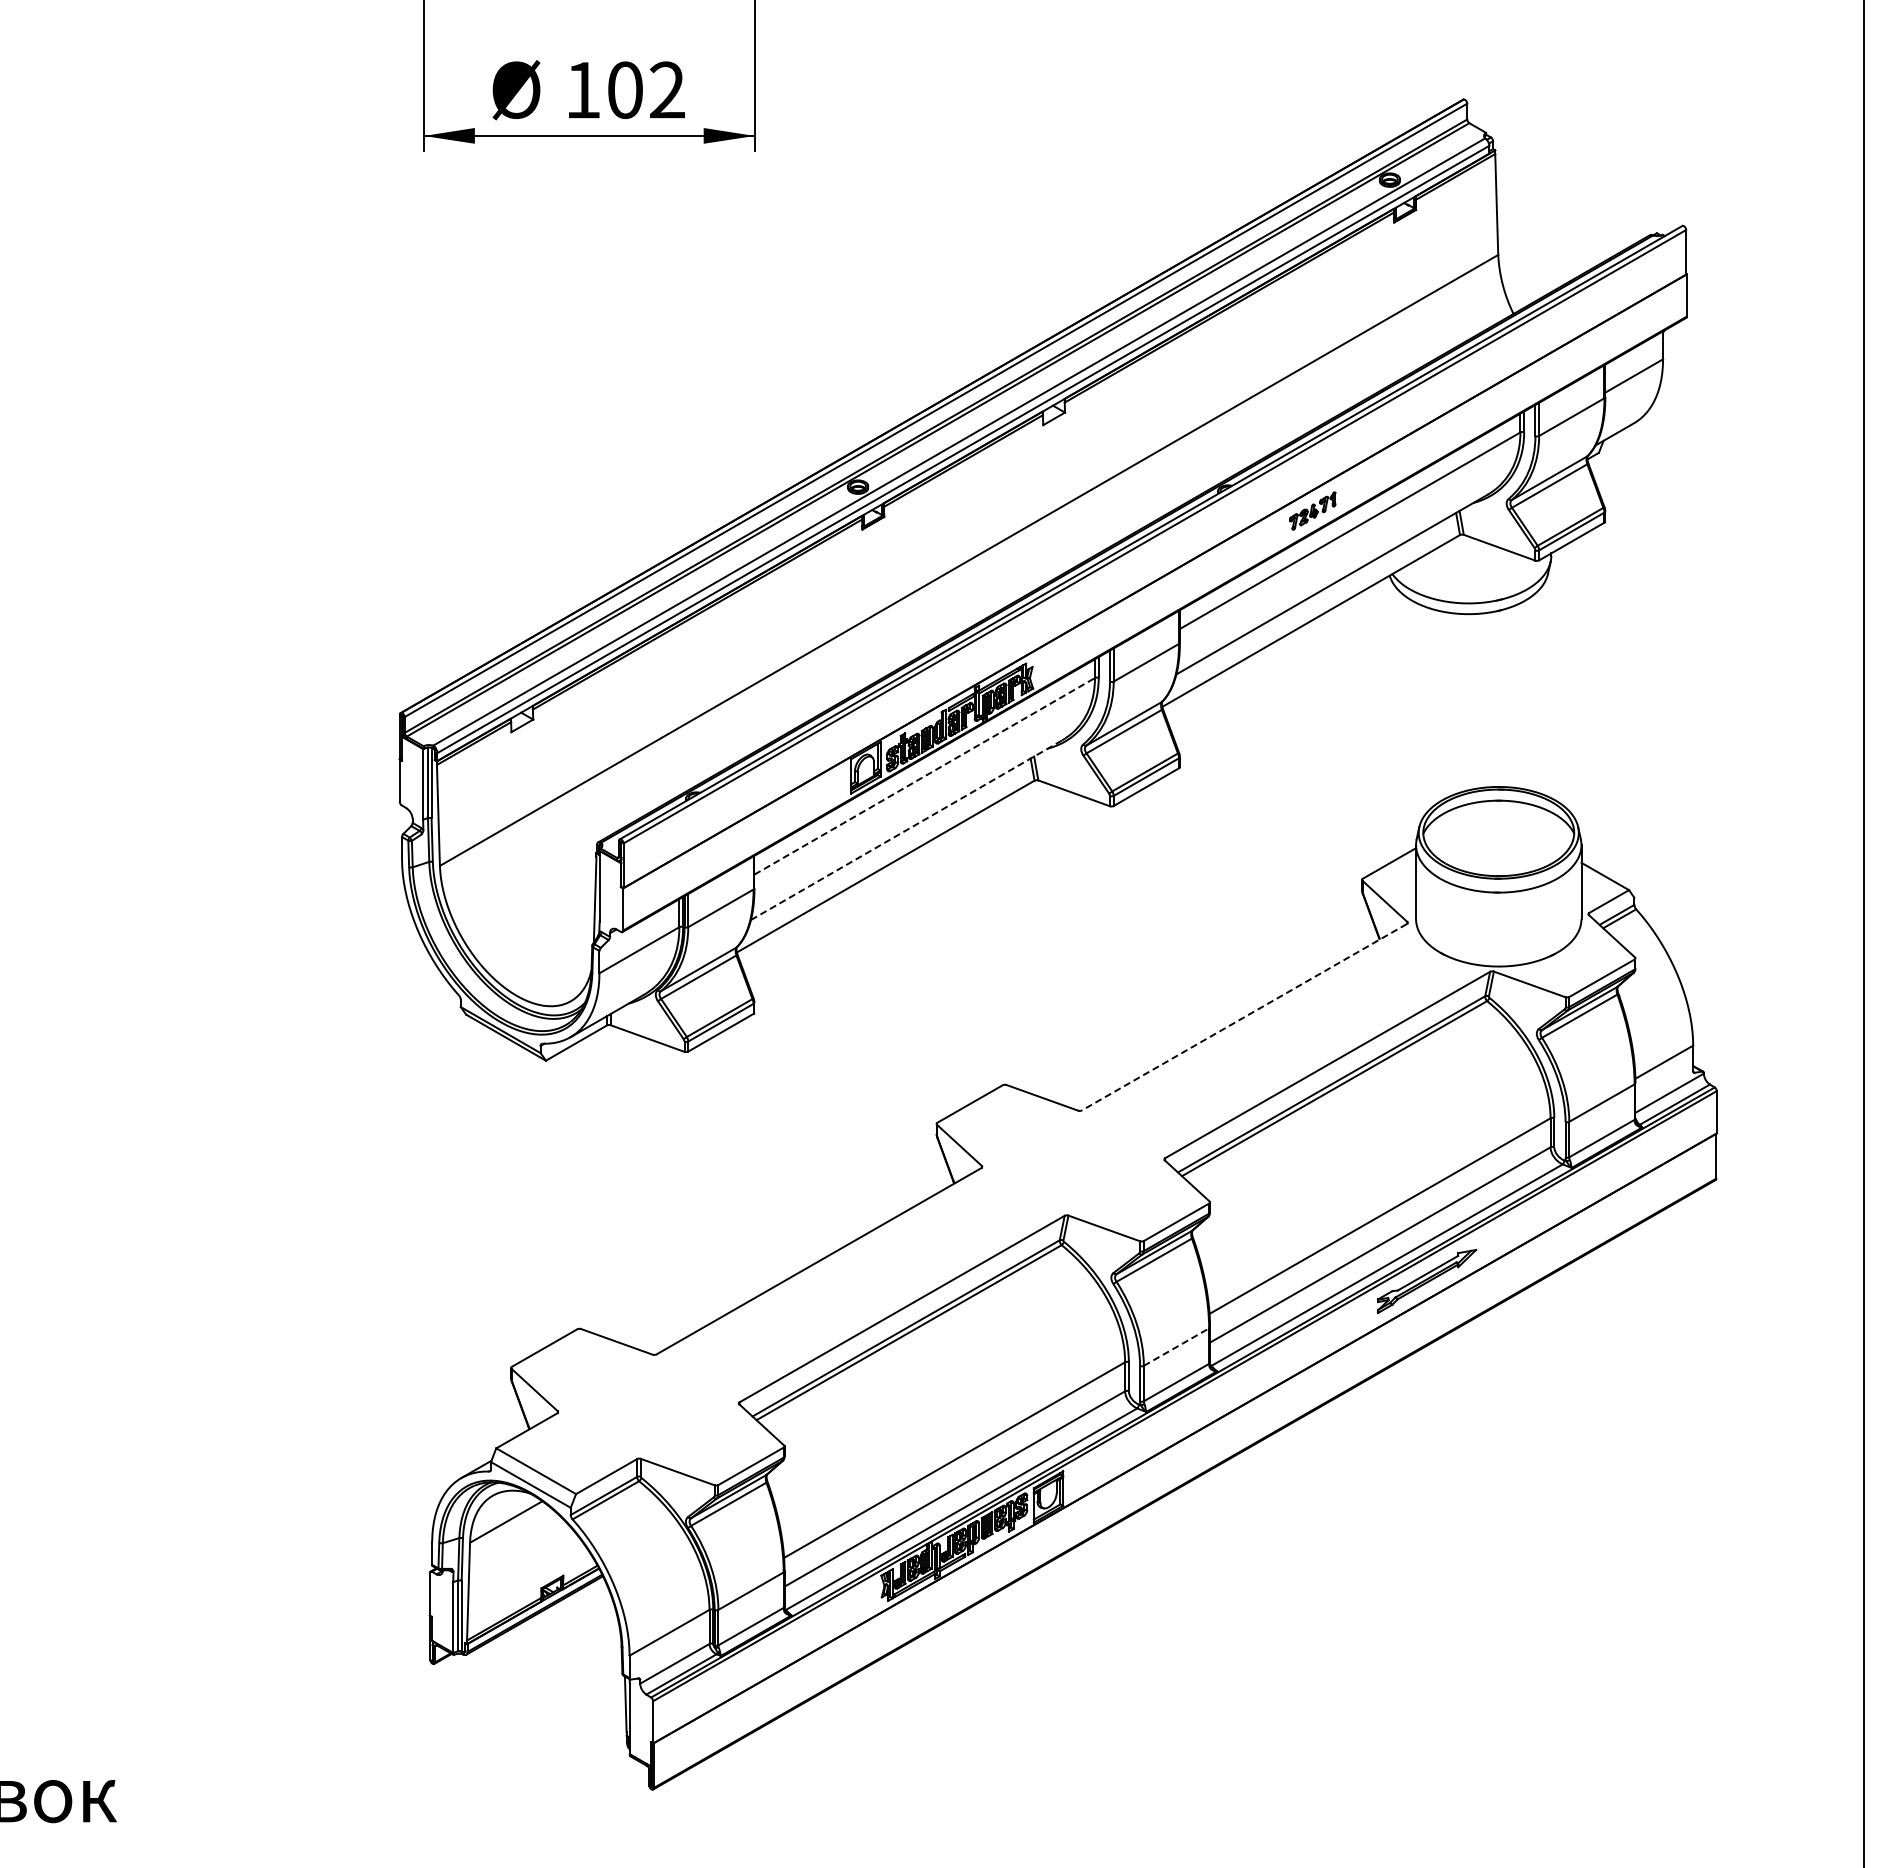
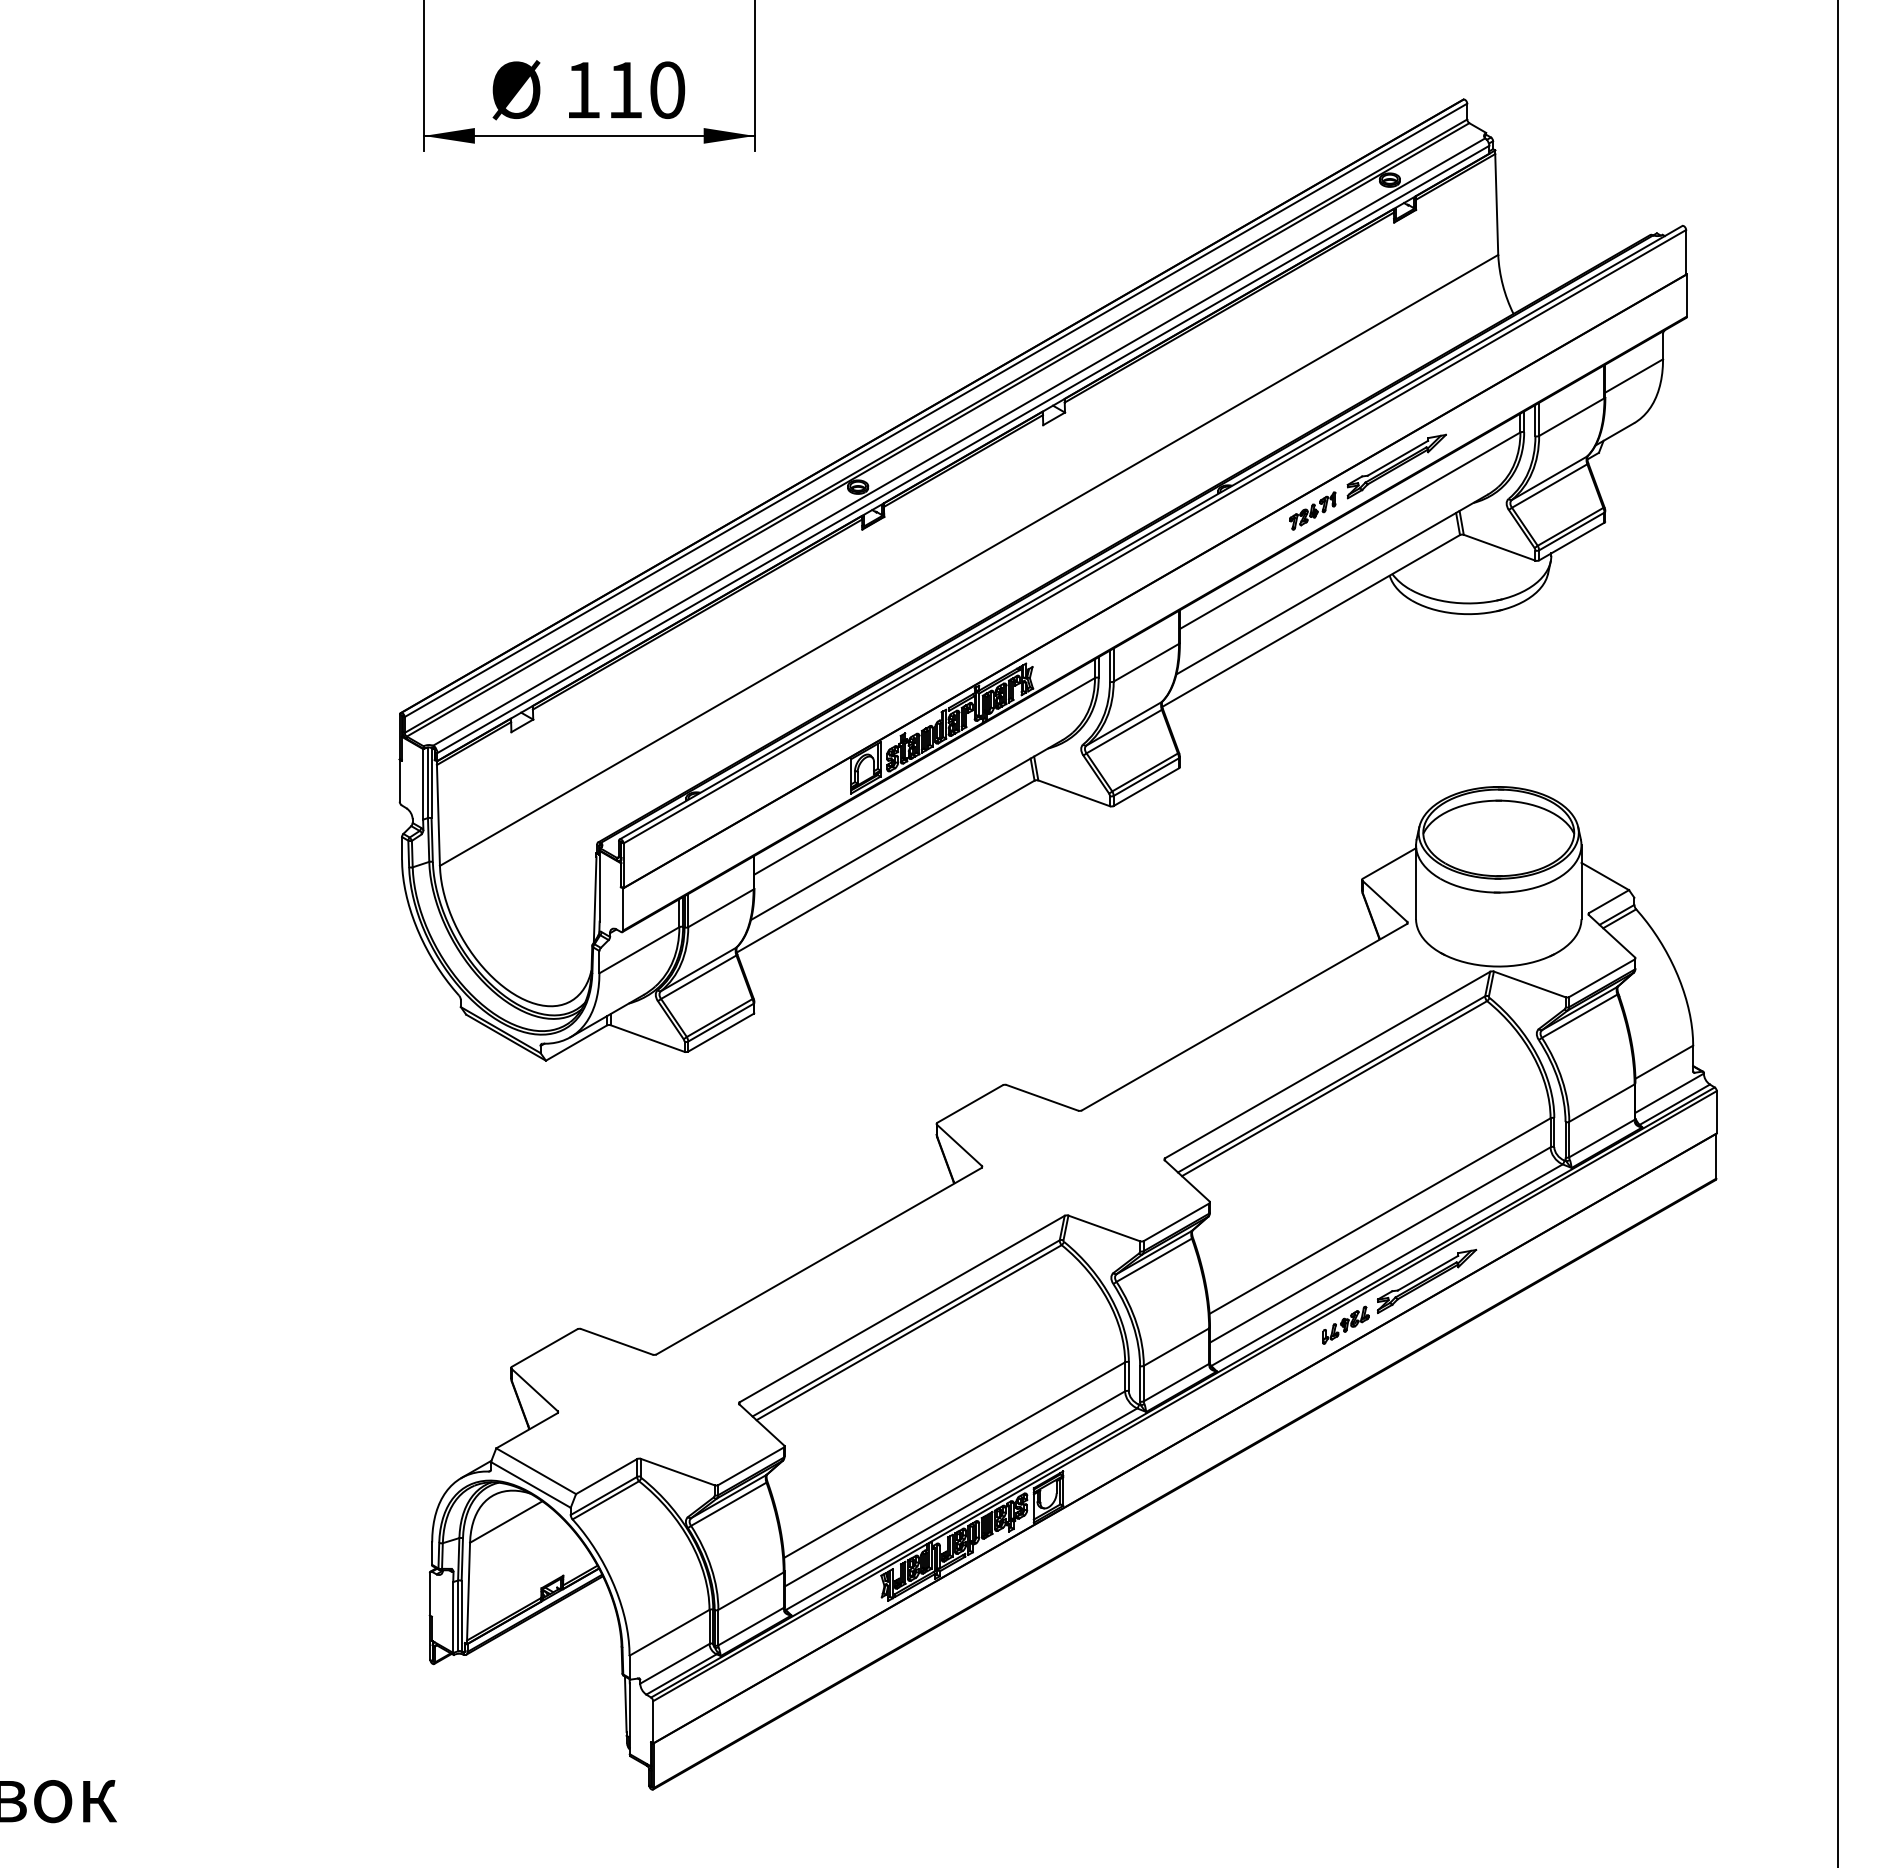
text at (646, 90): 102 -> 110
part at (1396, 466): none -> present
line at (924, 776): dashed -> solid
line at (906, 830): dashed -> solid
line at (1864, 933) position: (1864, 933) -> (1838, 933)
line at (1243, 1017): dashed -> solid
part at (1345, 1324): none -> present
line at (1176, 1347): dashed -> solid
